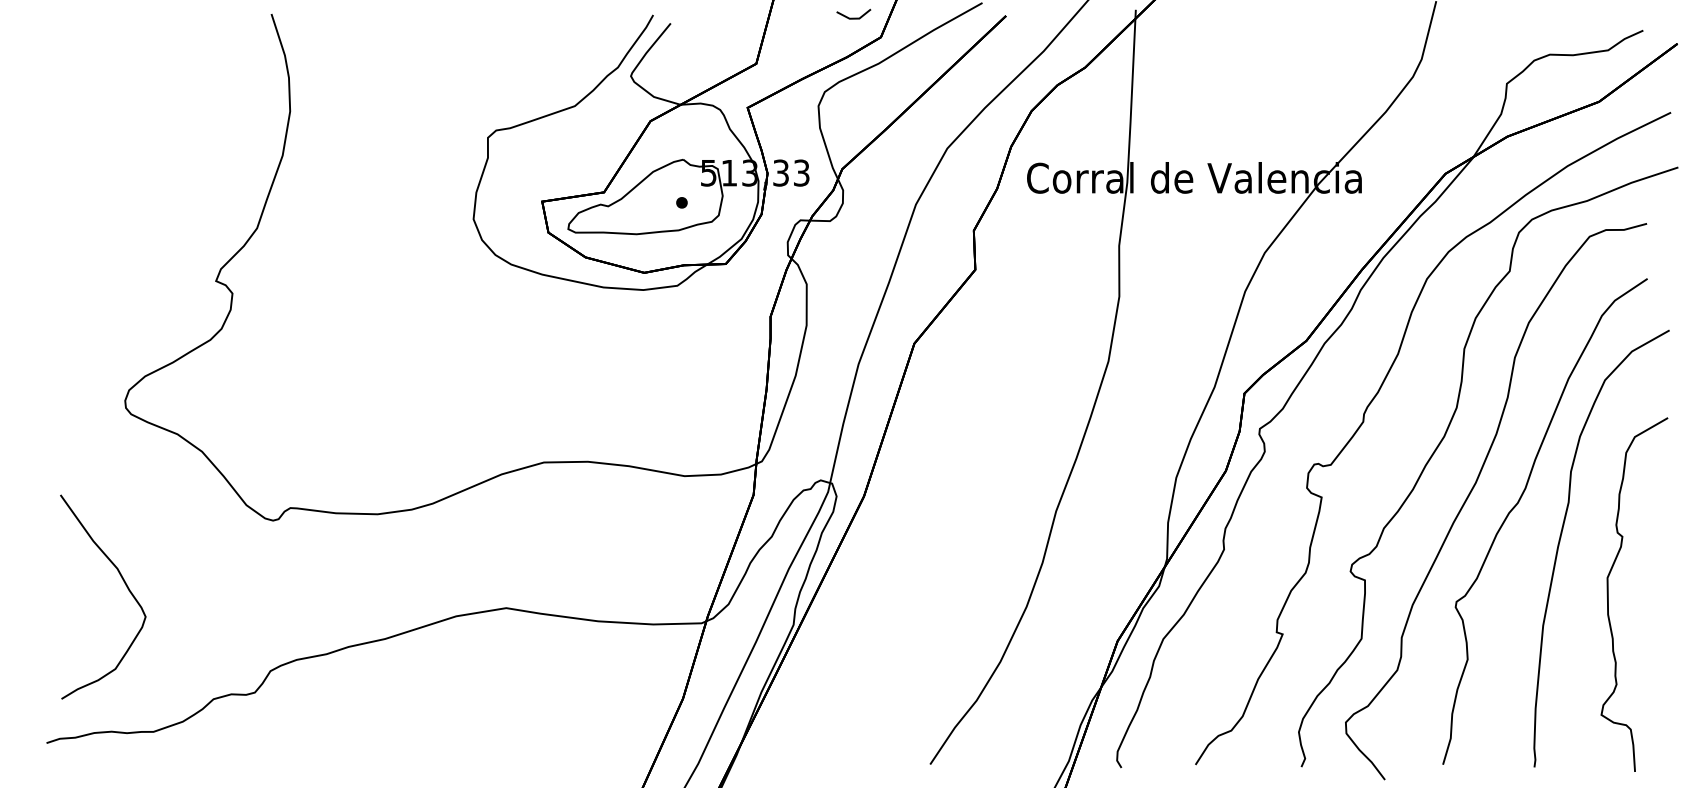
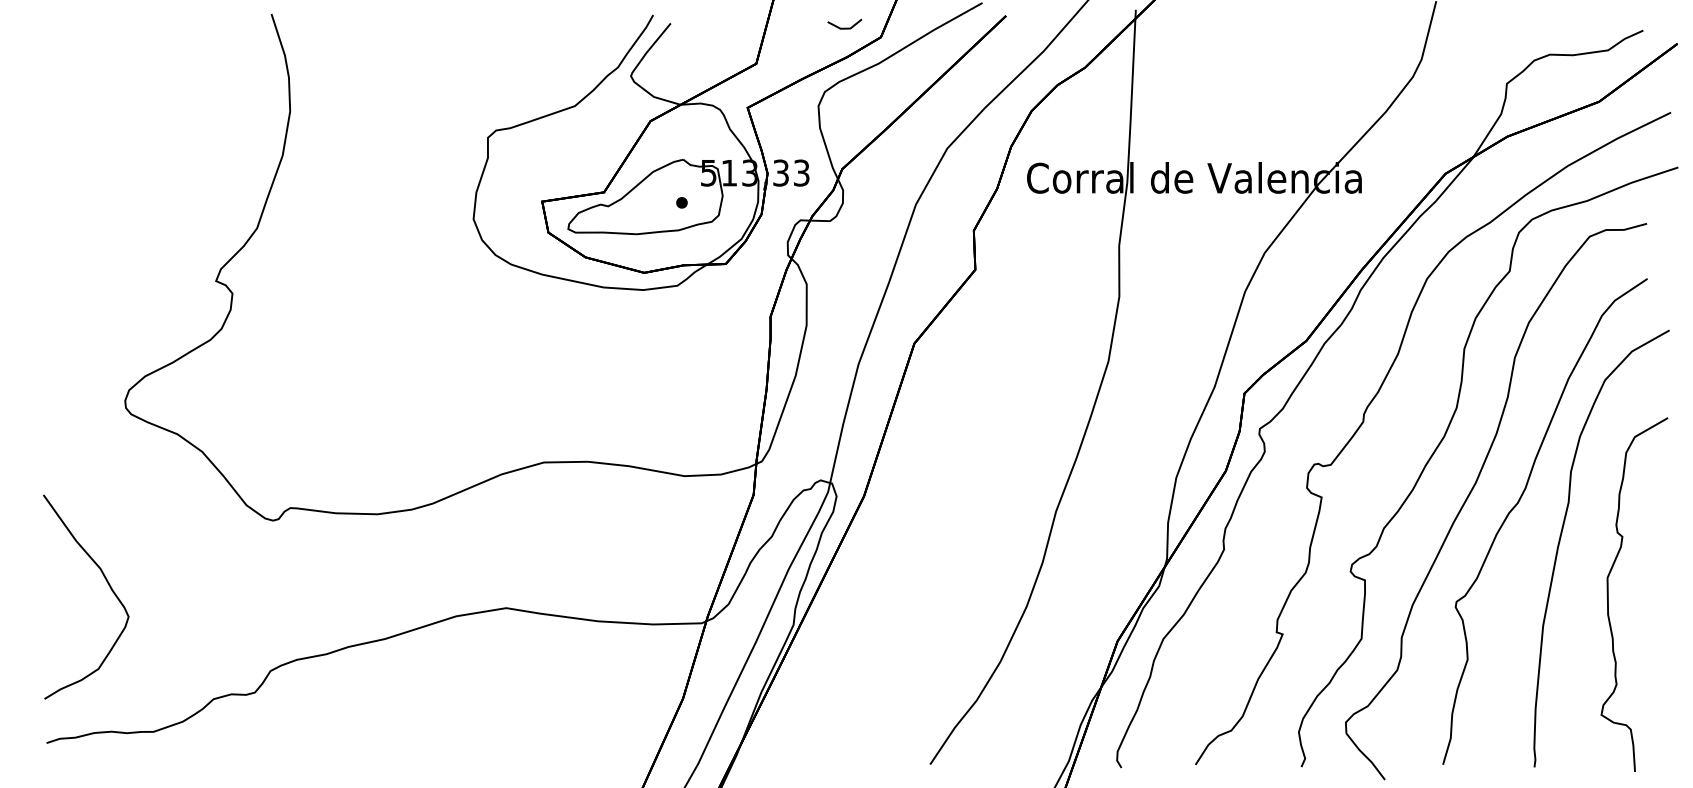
line at (853, 17) position: (853, 17) -> (844, 27)
curve at (125, 585) position: (125, 585) -> (108, 585)
